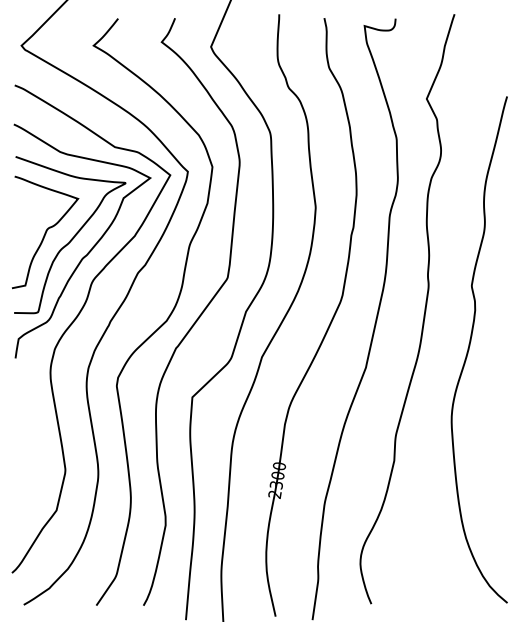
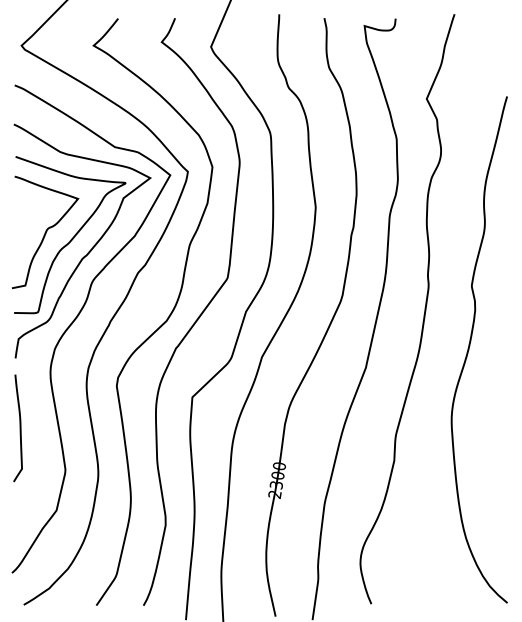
curve at (19, 428): none -> present
